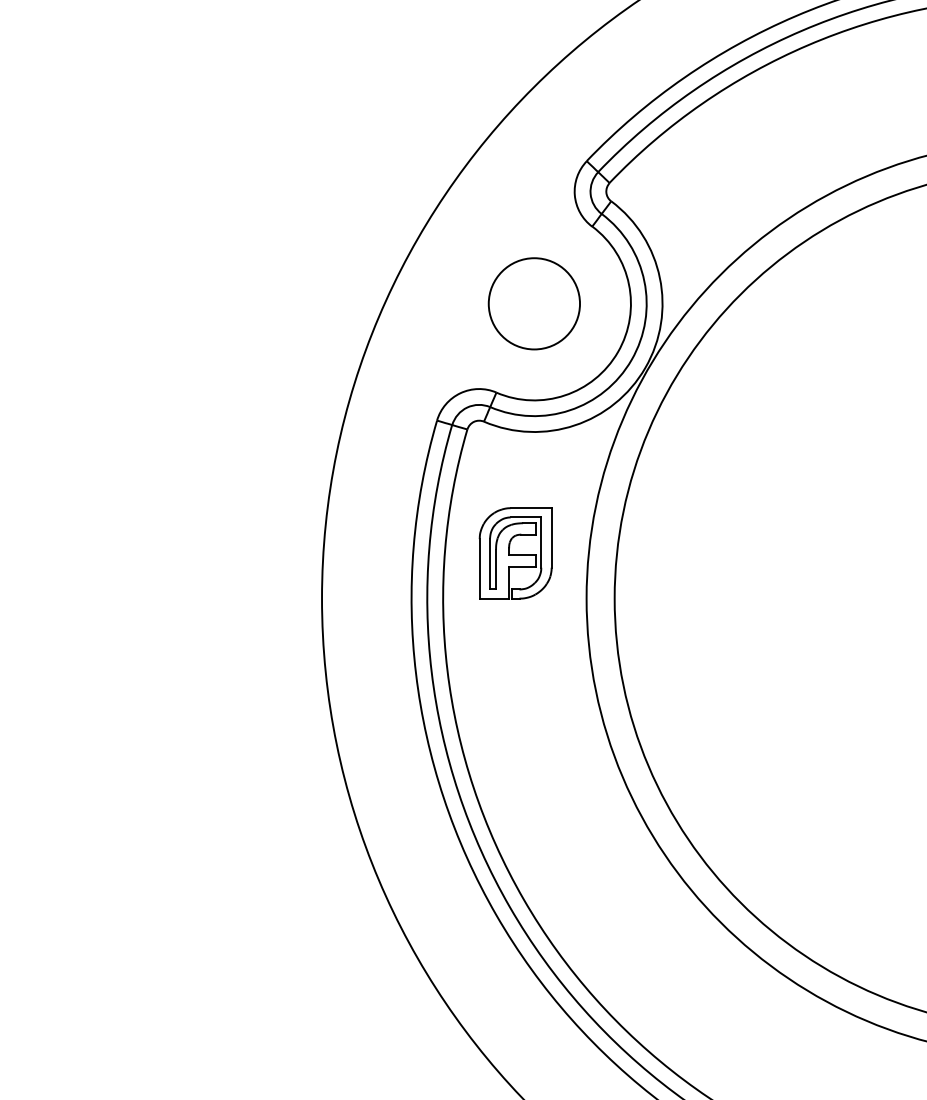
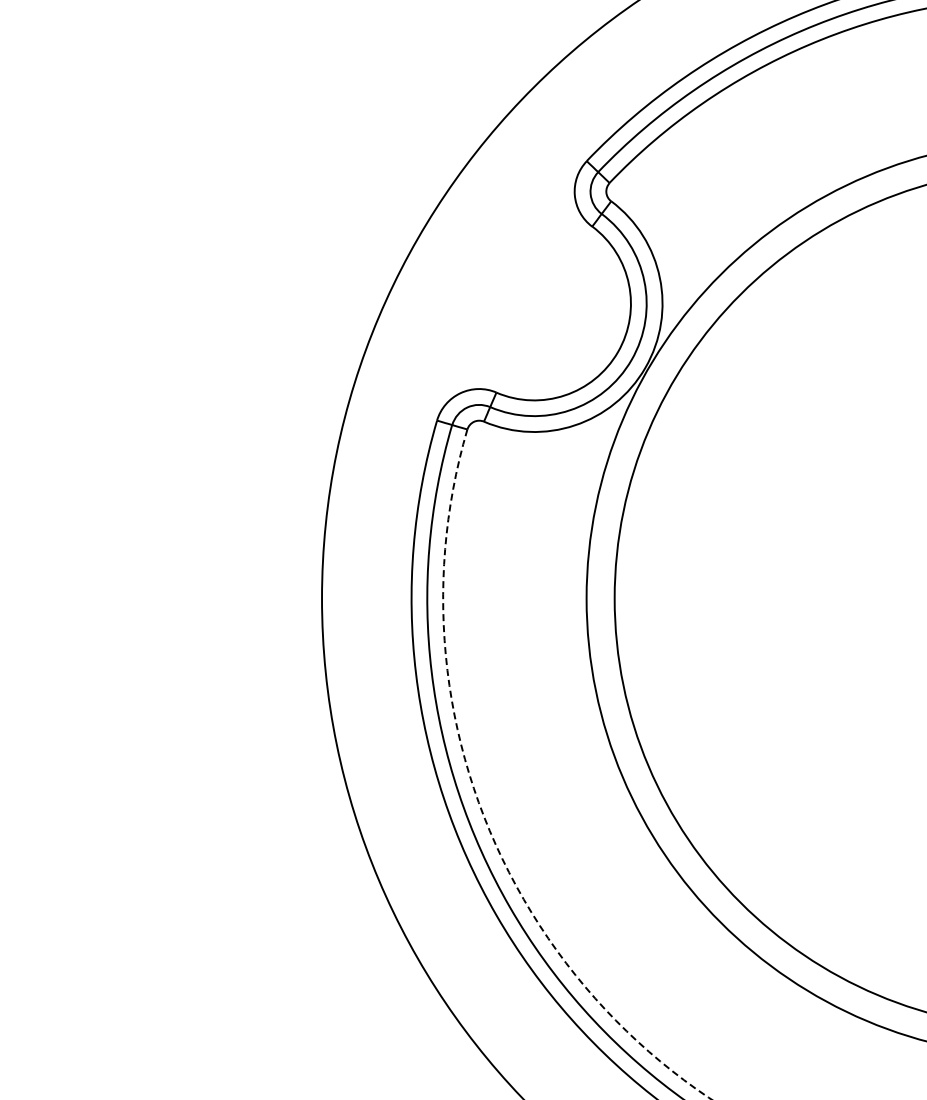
circle at (533, 303): present -> none
part at (515, 553): present -> none
arc at (479, 804): solid -> dashed
